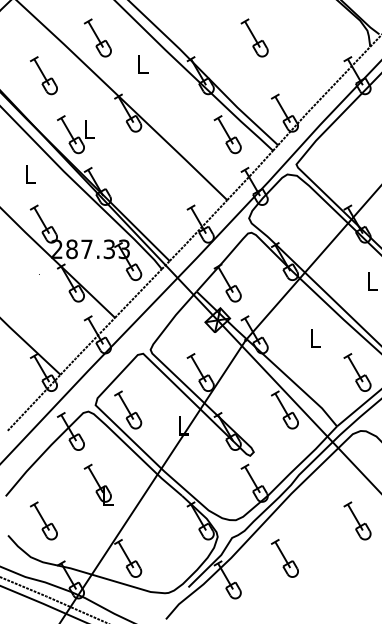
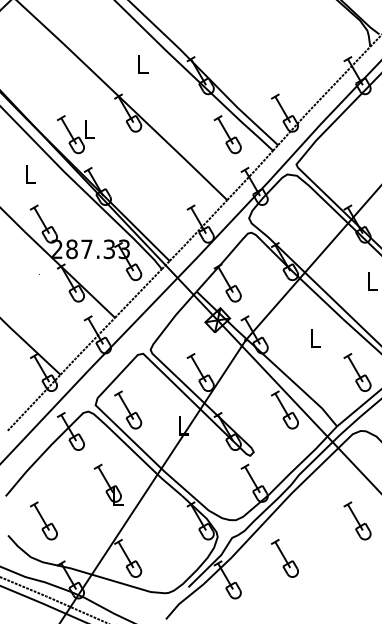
part at (97, 37): present -> none
part at (254, 37): present -> none
part at (43, 75): present -> none
part at (98, 484) position: (98, 484) -> (108, 484)
